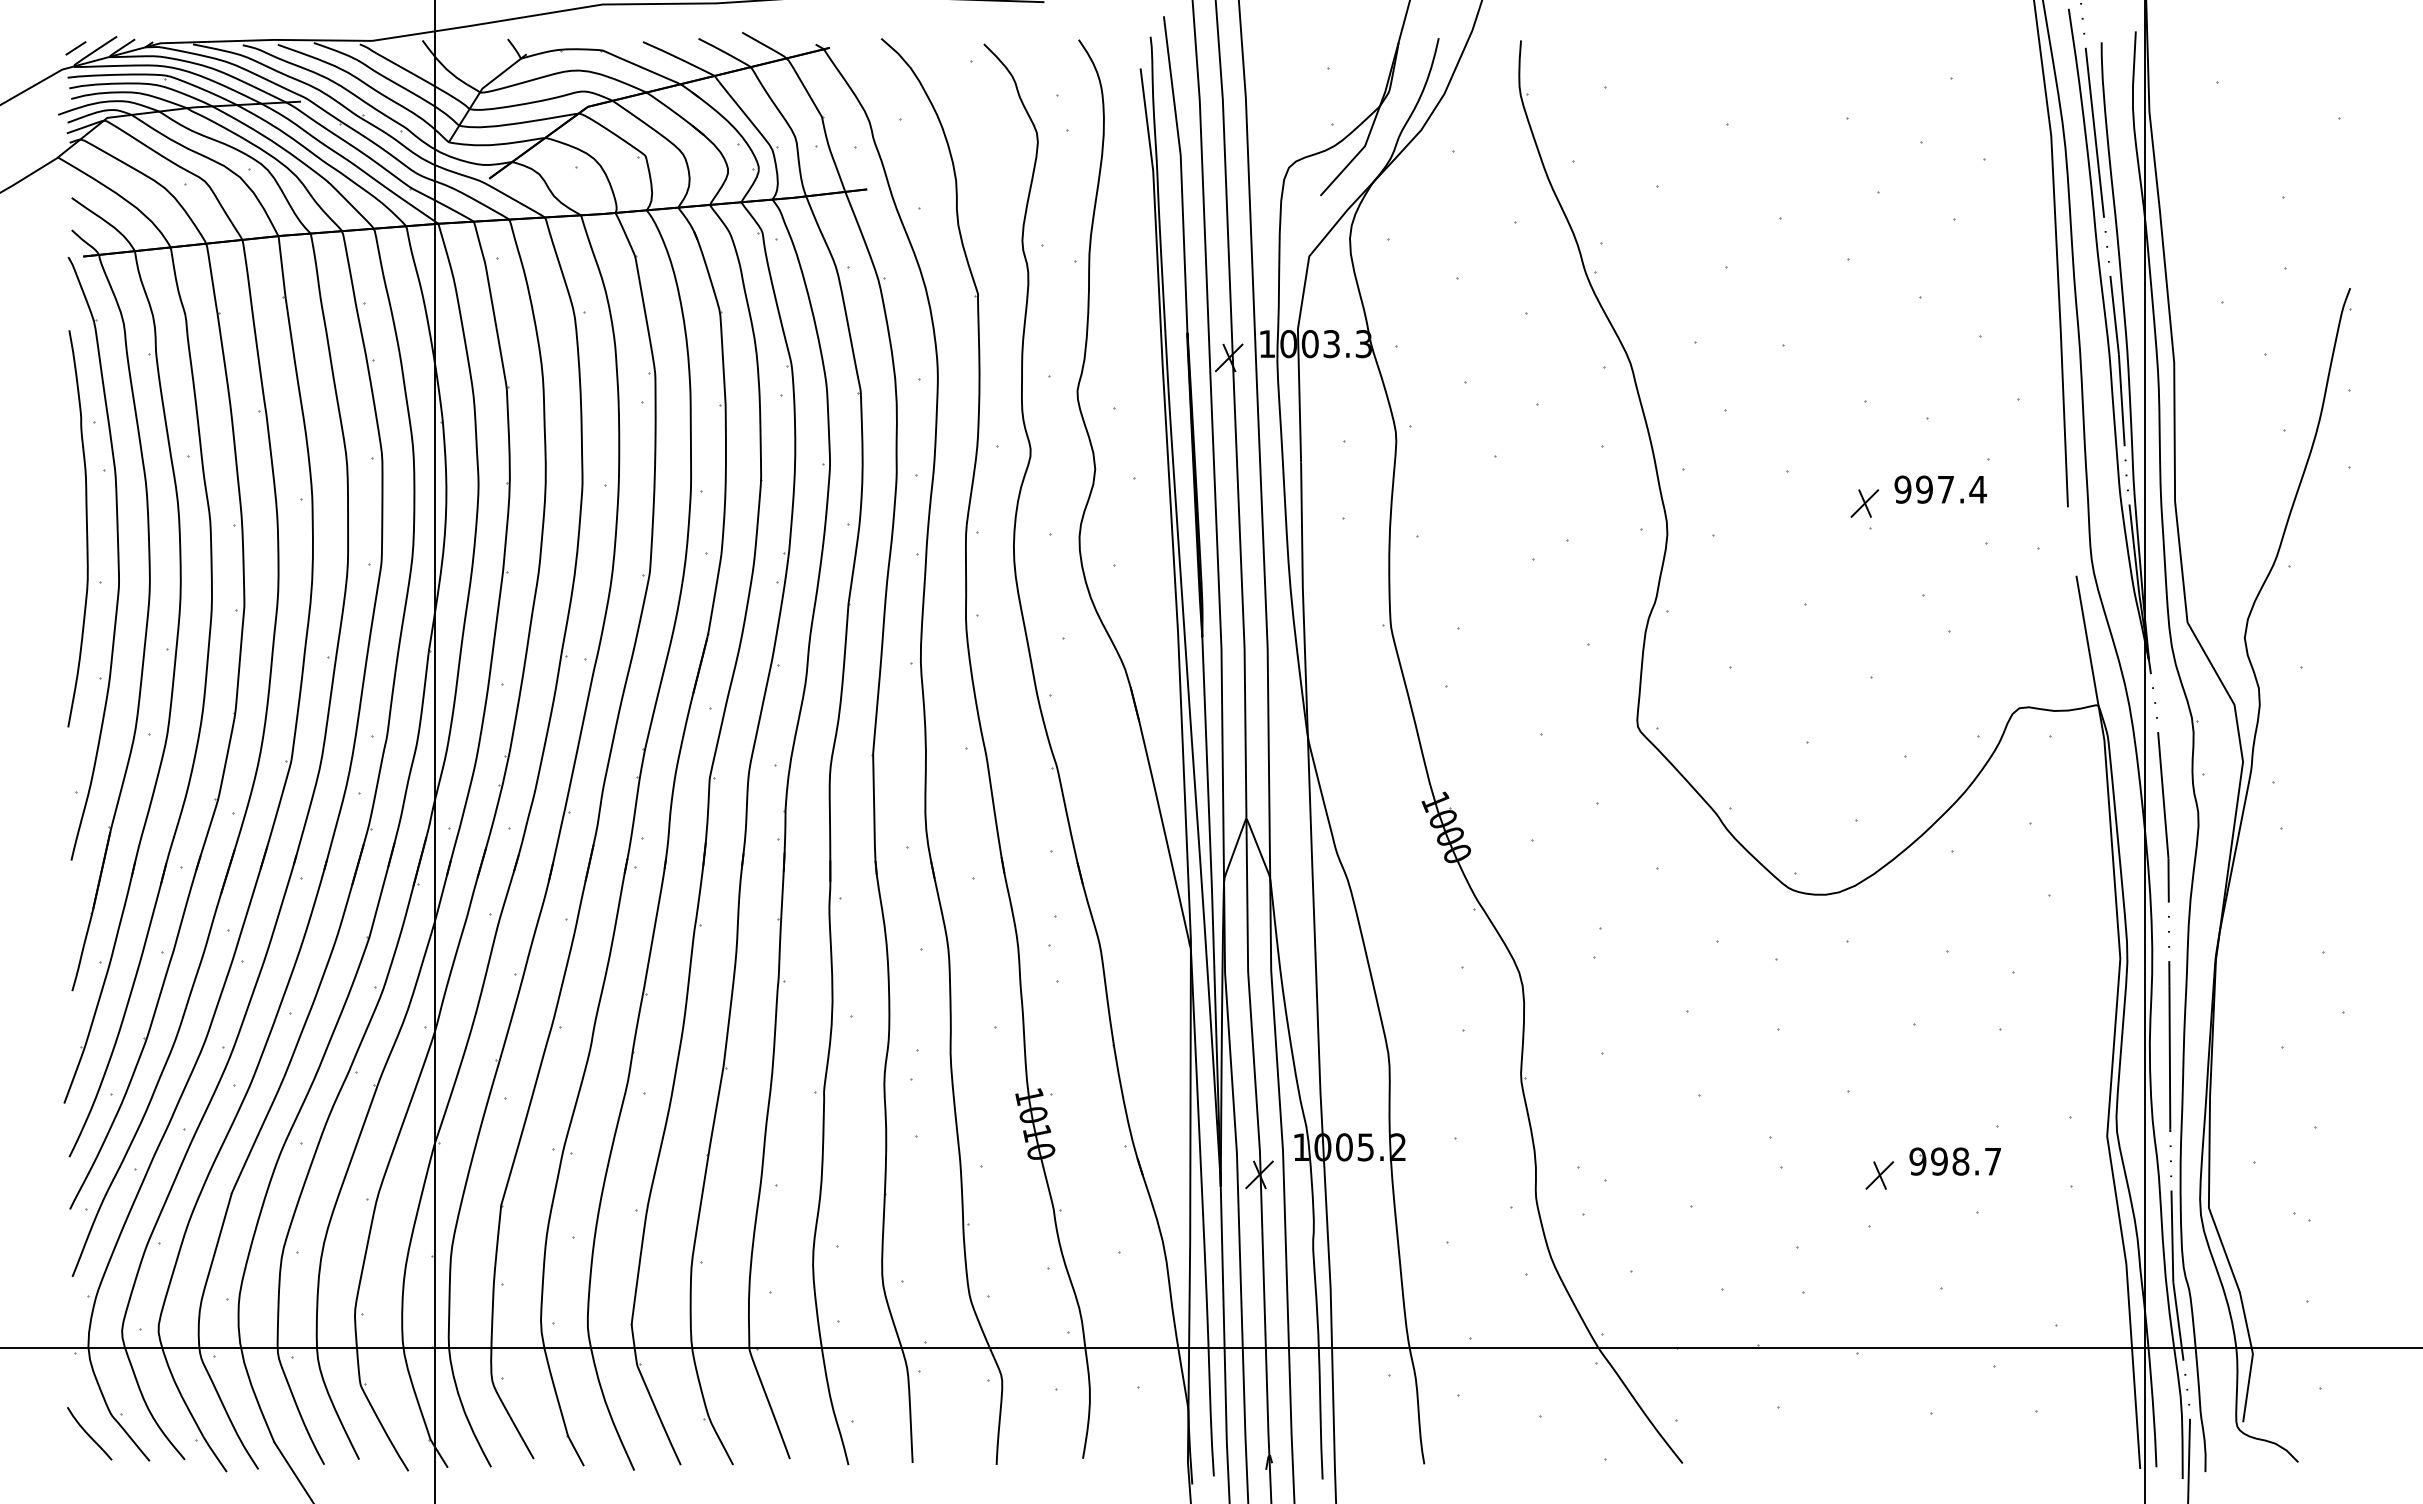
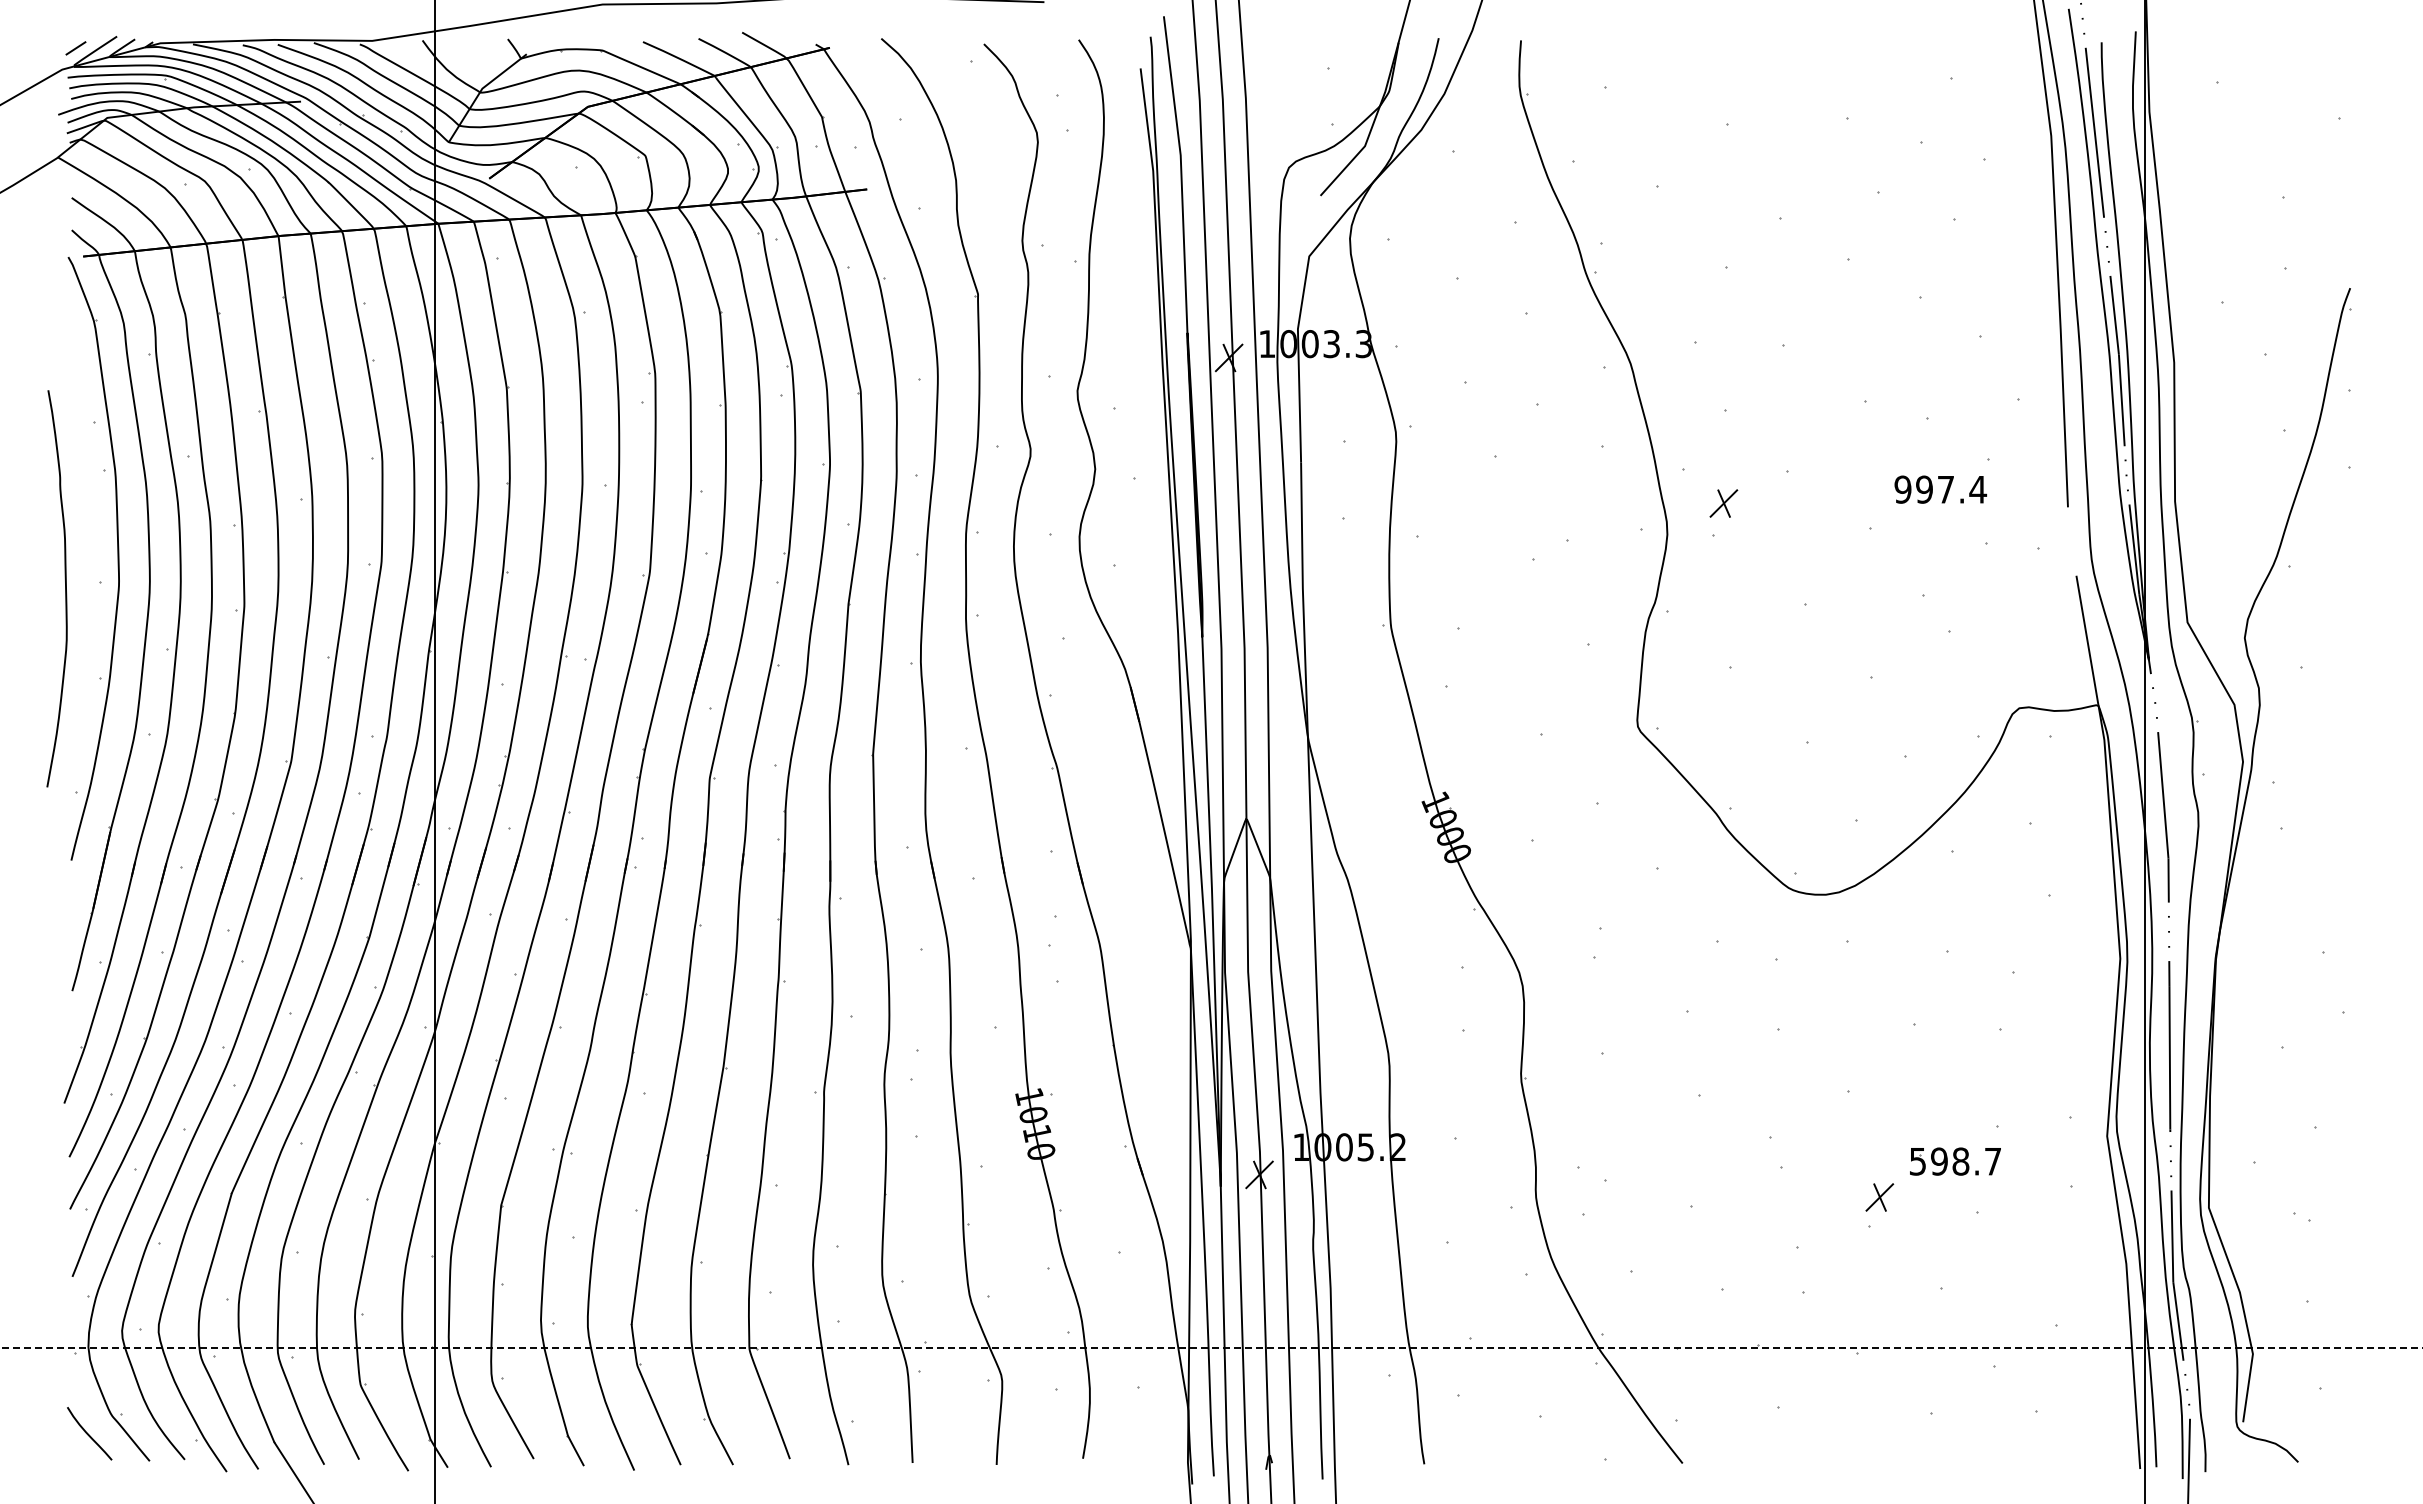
part at (1864, 503) position: (1864, 503) -> (1723, 503)
curve at (86, 528) position: (86, 528) -> (65, 588)
text at (1917, 1161): 998.7 -> 598.7
part at (1879, 1175) position: (1879, 1175) -> (1879, 1197)
line at (1211, 1347): solid -> dashed
